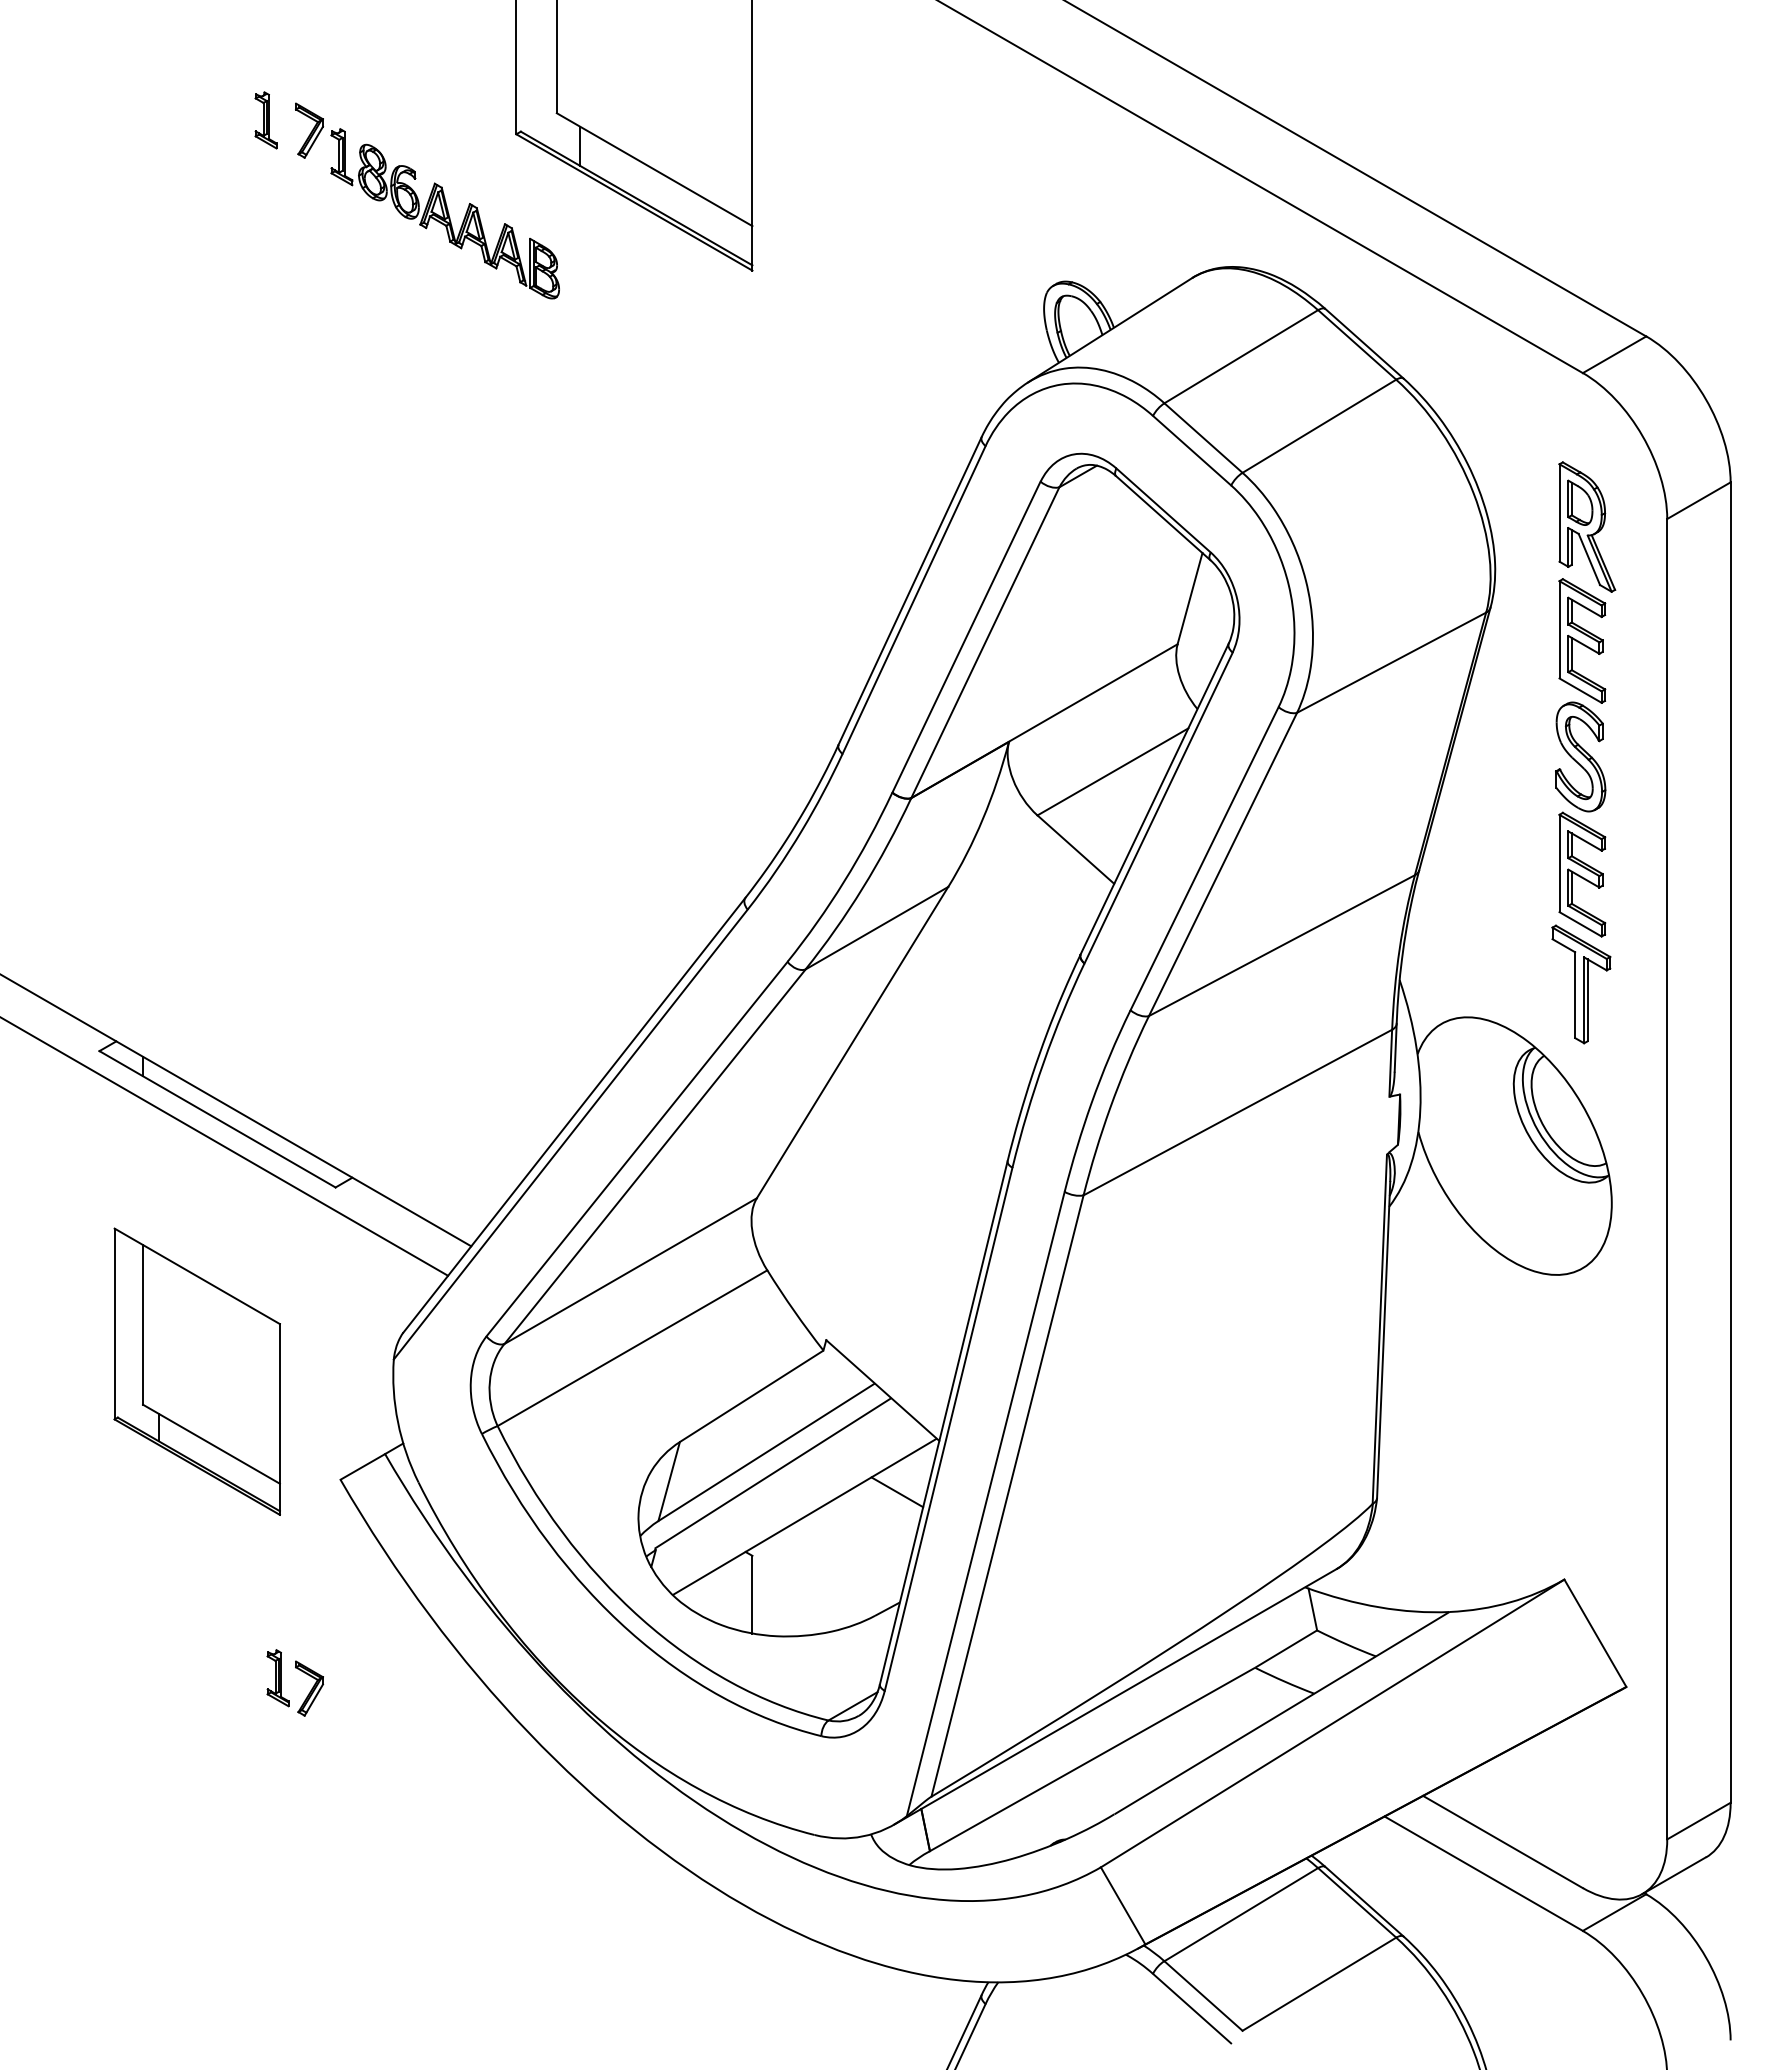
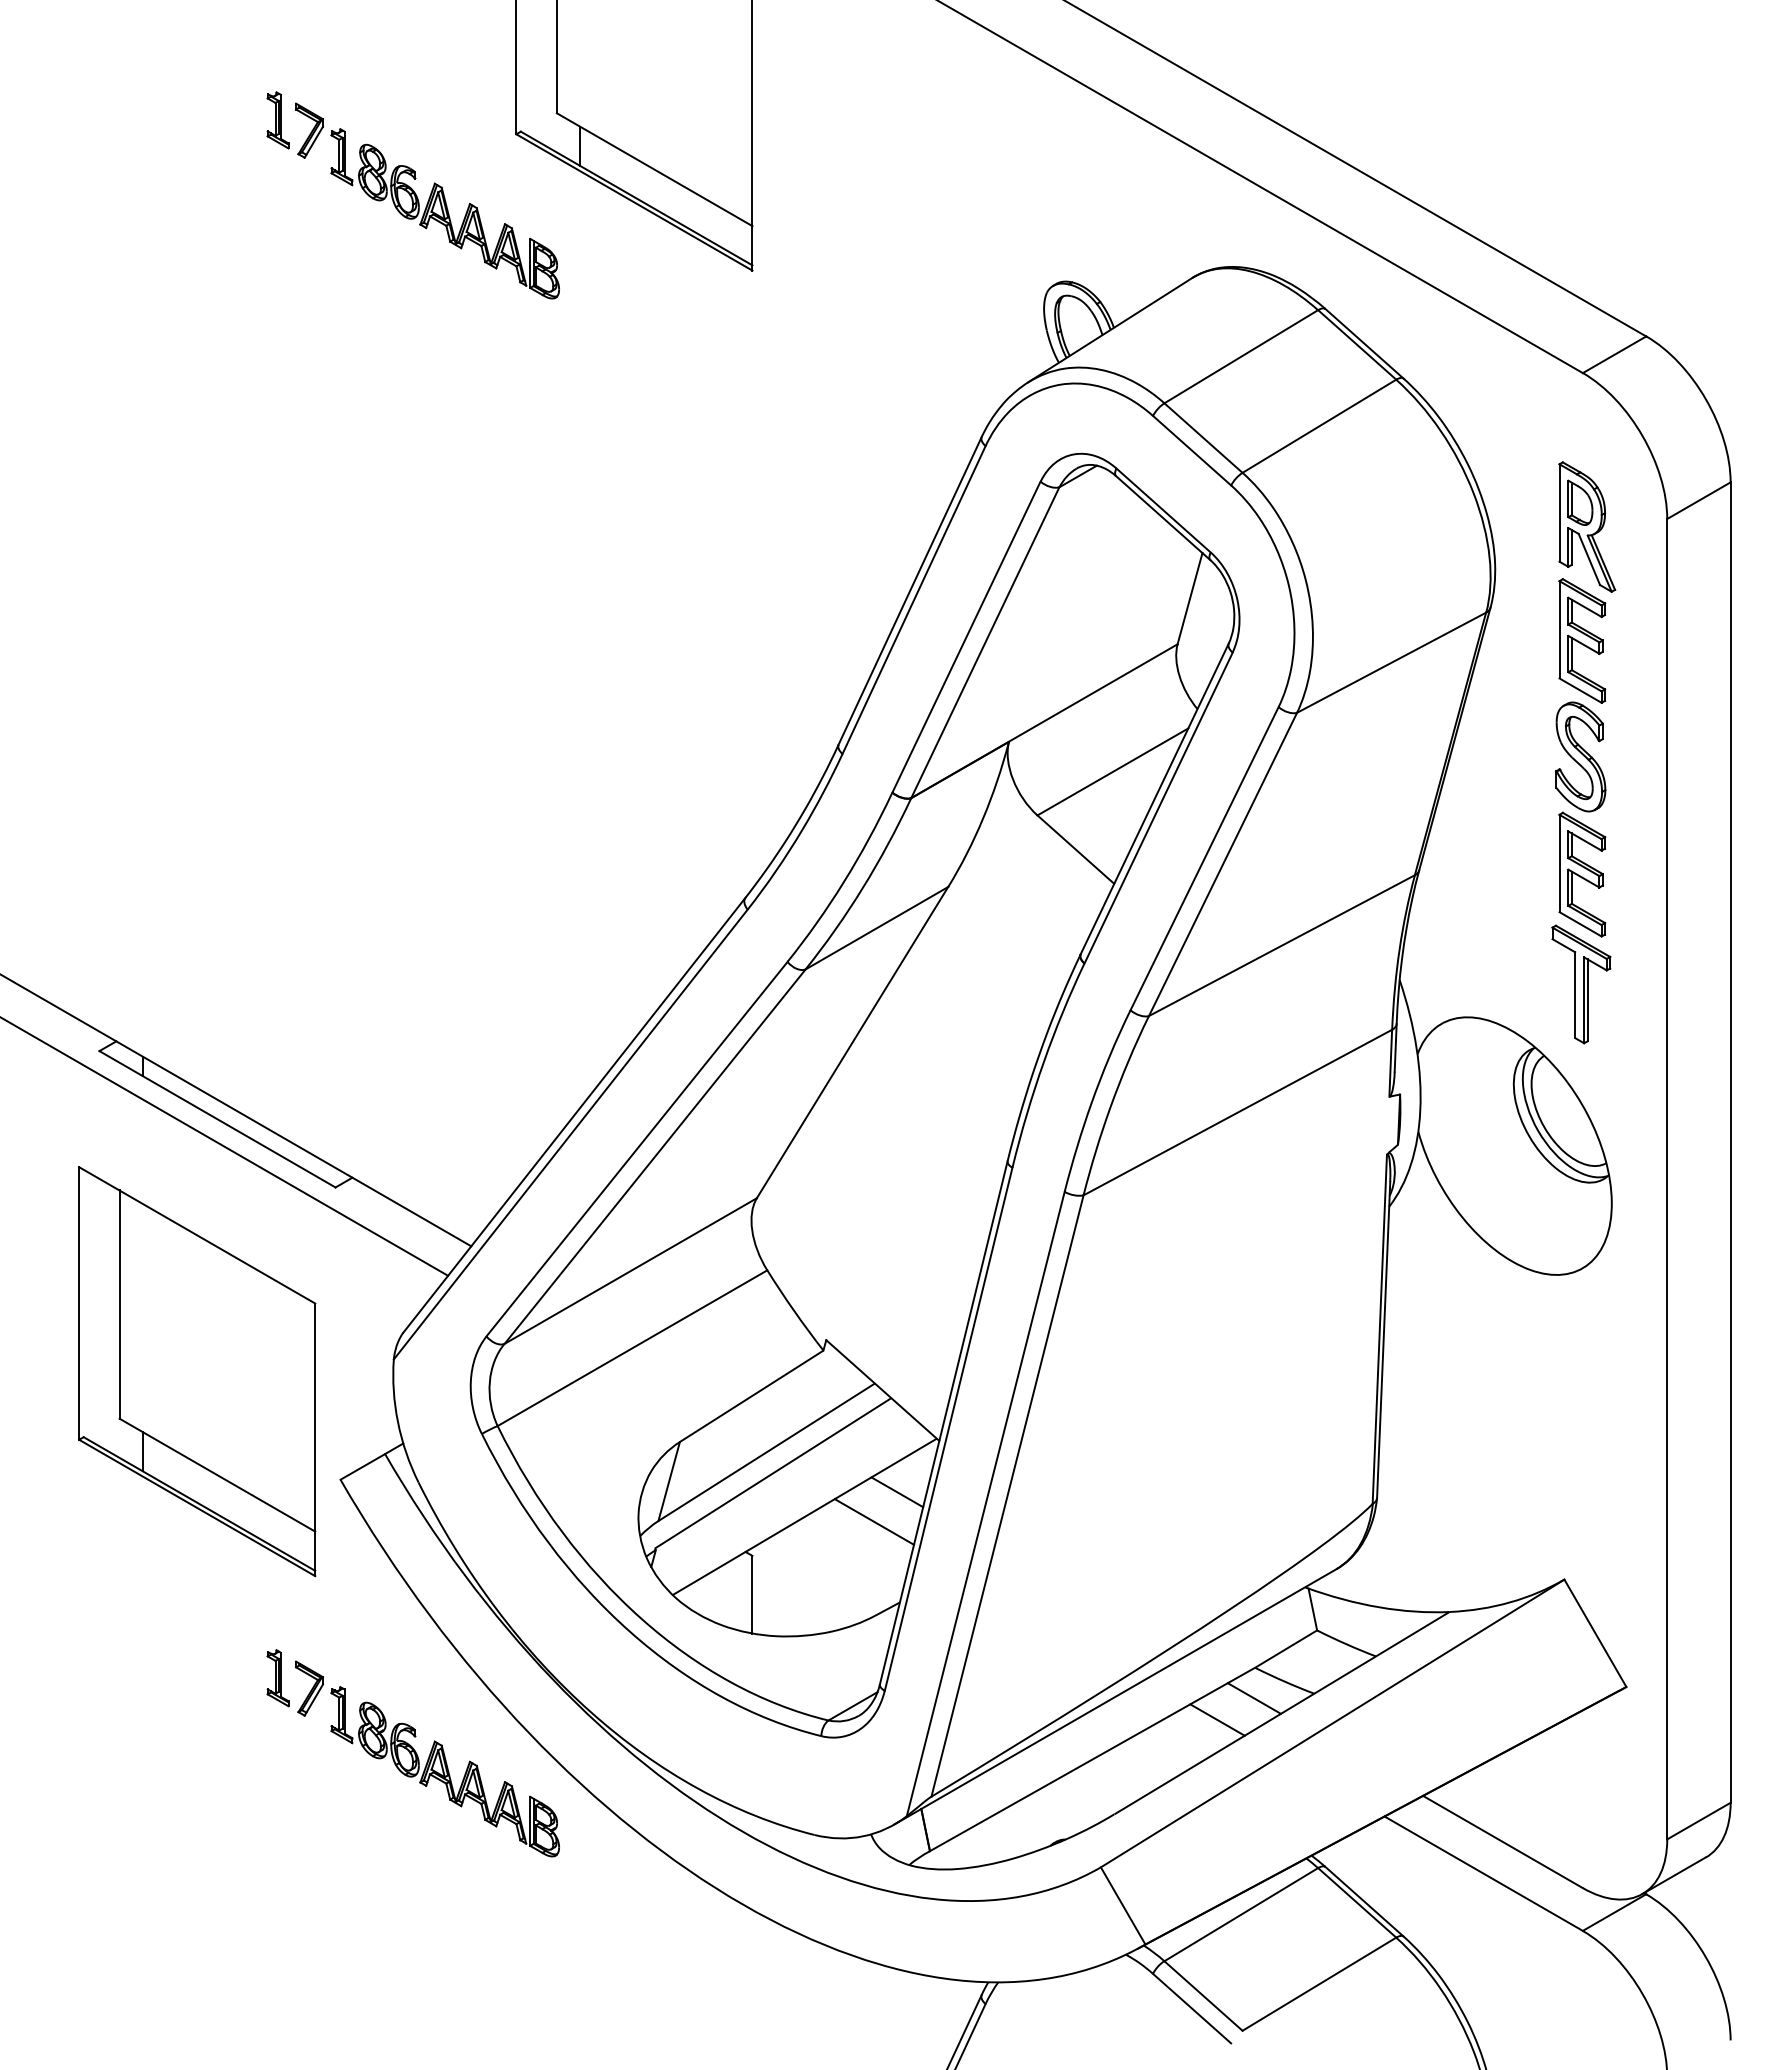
part at (265, 120) position: (265, 120) -> (277, 120)
part at (196, 1371) size: 168x289 px -> 239x412 px
line at (874, 1521): none -> present
line at (1253, 1698): none -> present
line at (1217, 1719): none -> present
part at (444, 1771): none -> present
